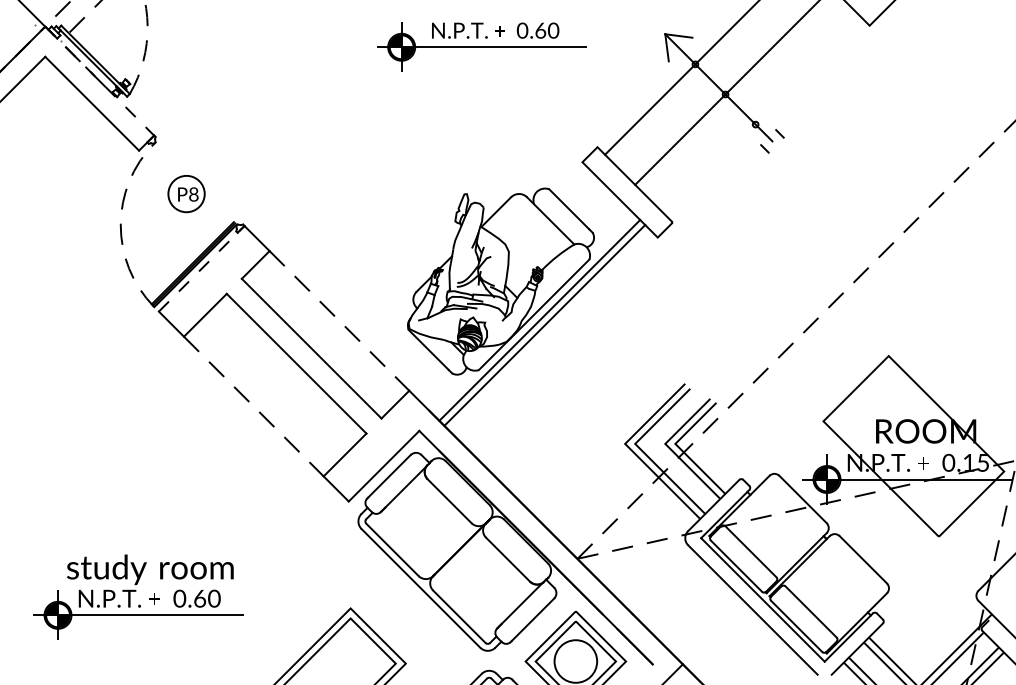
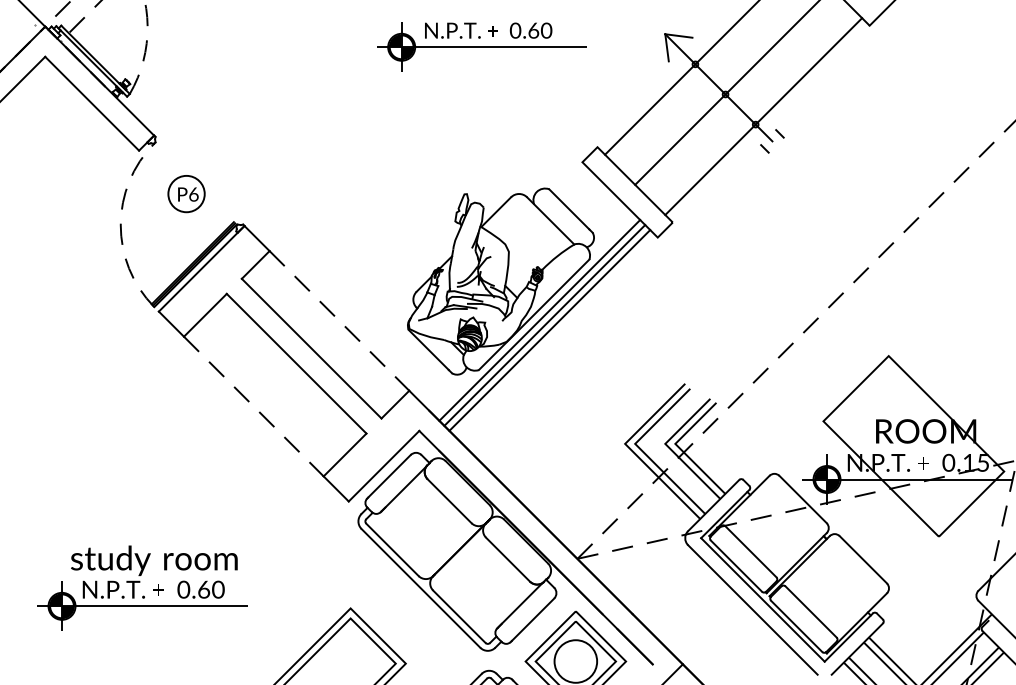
text at (495, 30) position: (495, 30) -> (488, 30)
line at (100, 81): dashed -> solid
line at (763, 116): none -> present
text at (193, 194): P8 -> P6
line at (201, 268): dashed -> solid
line at (549, 330): none -> present
part at (138, 596) position: (138, 596) -> (142, 587)
